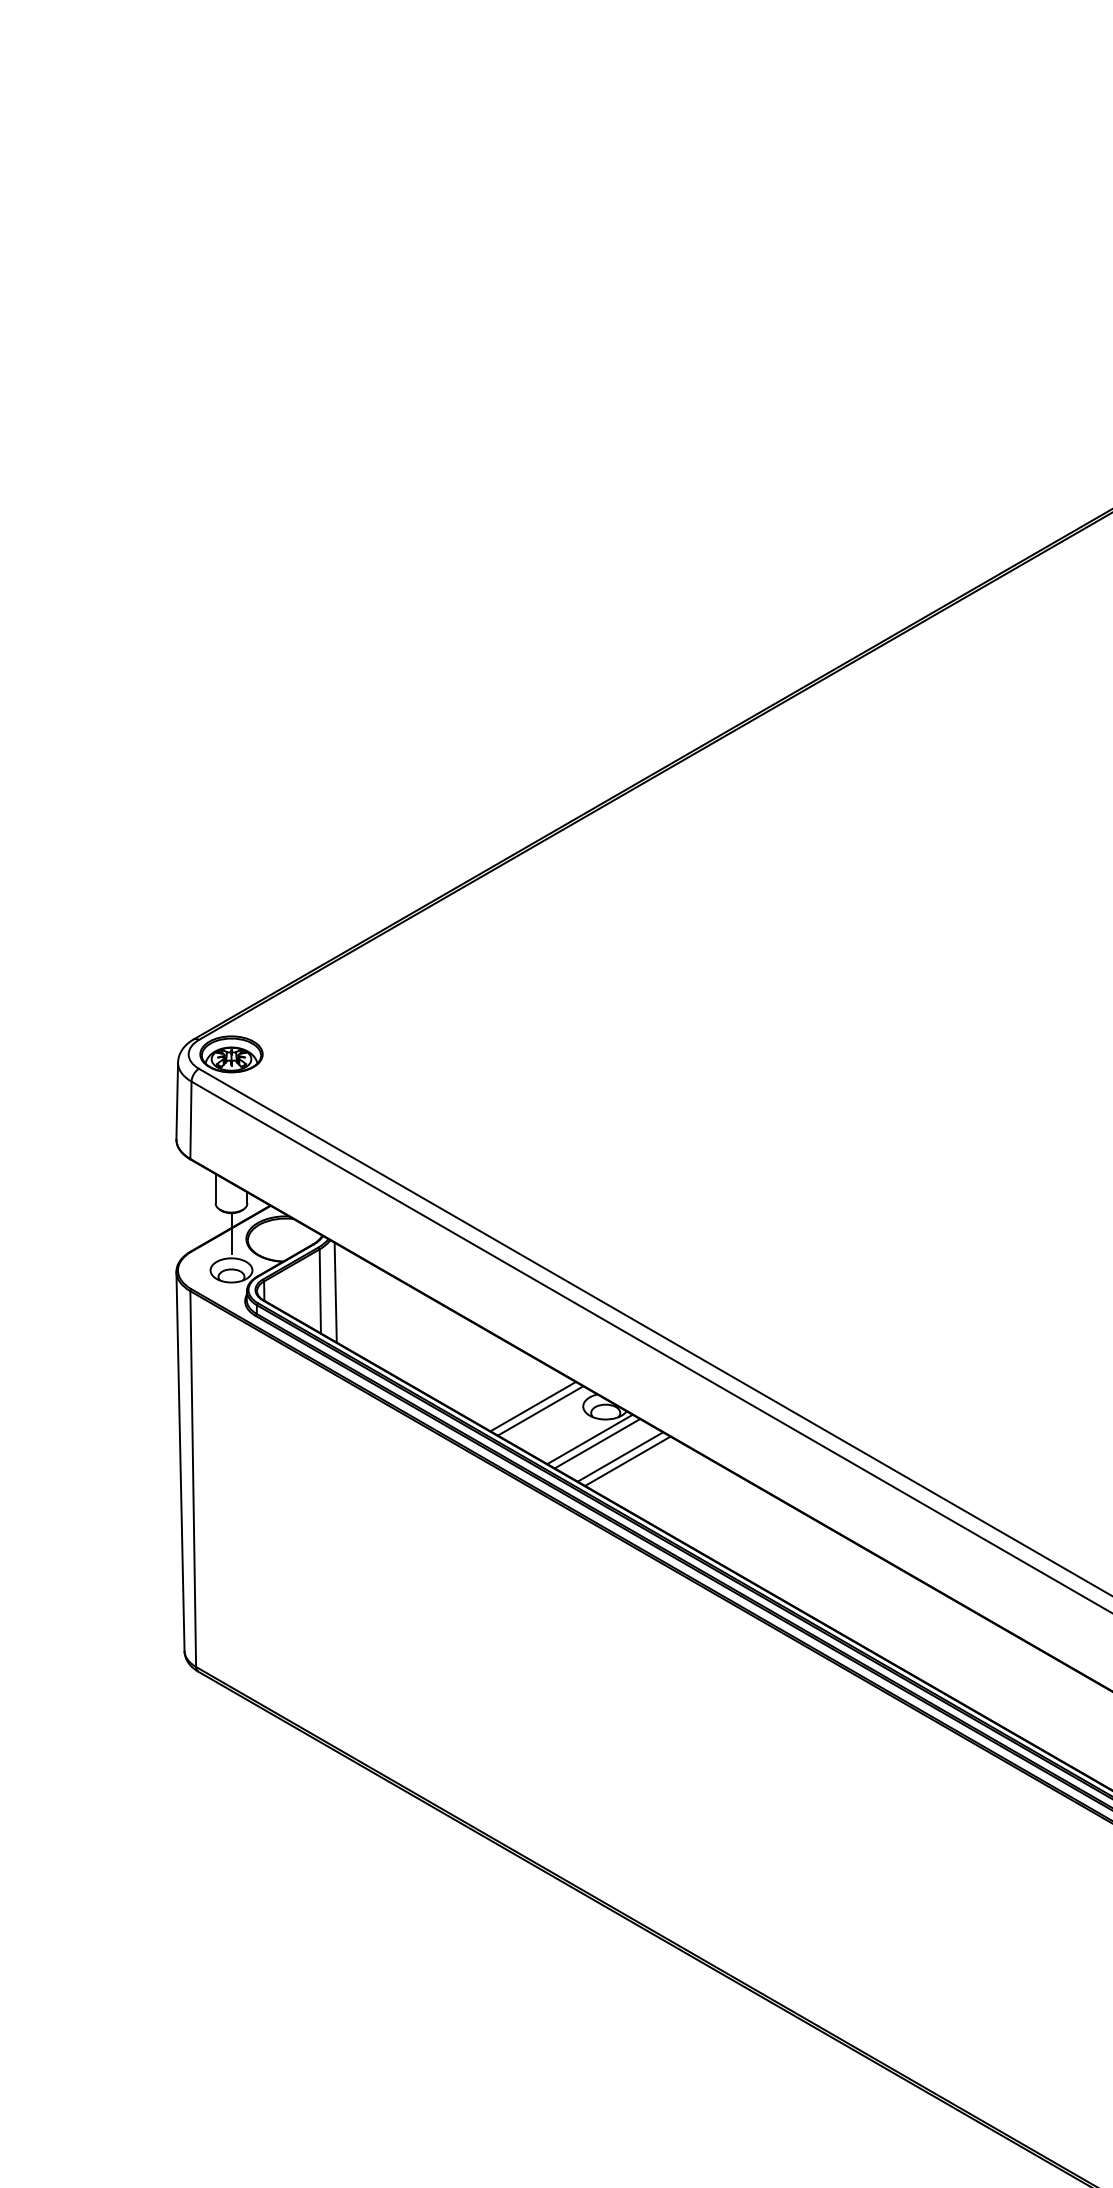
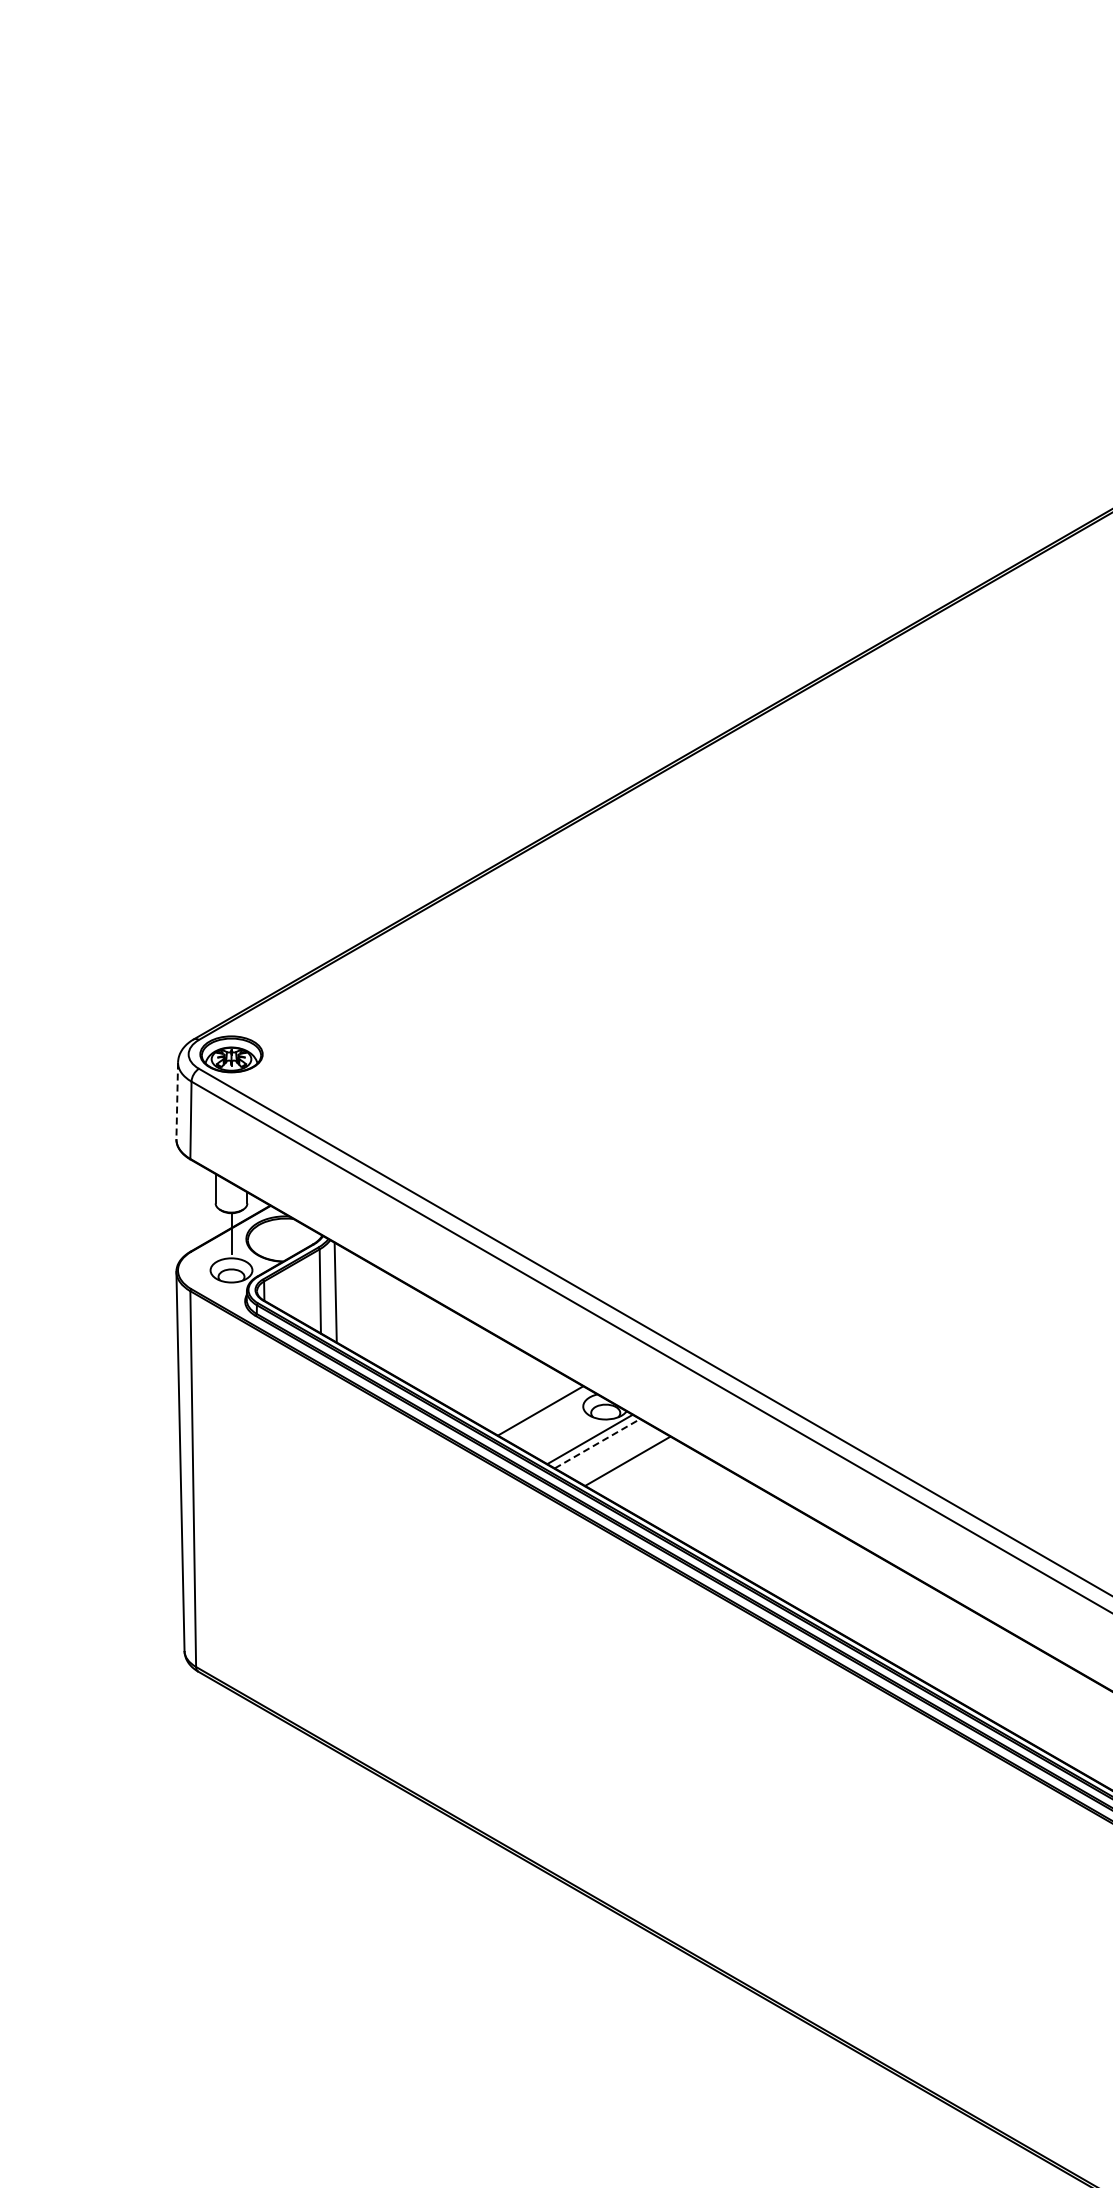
line at (177, 1101): solid -> dashed
line at (532, 1406): present -> none
line at (597, 1443): solid -> dashed
line at (620, 1456): present -> none
